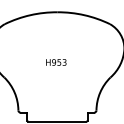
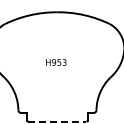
line at (57, 121): solid -> dashed
